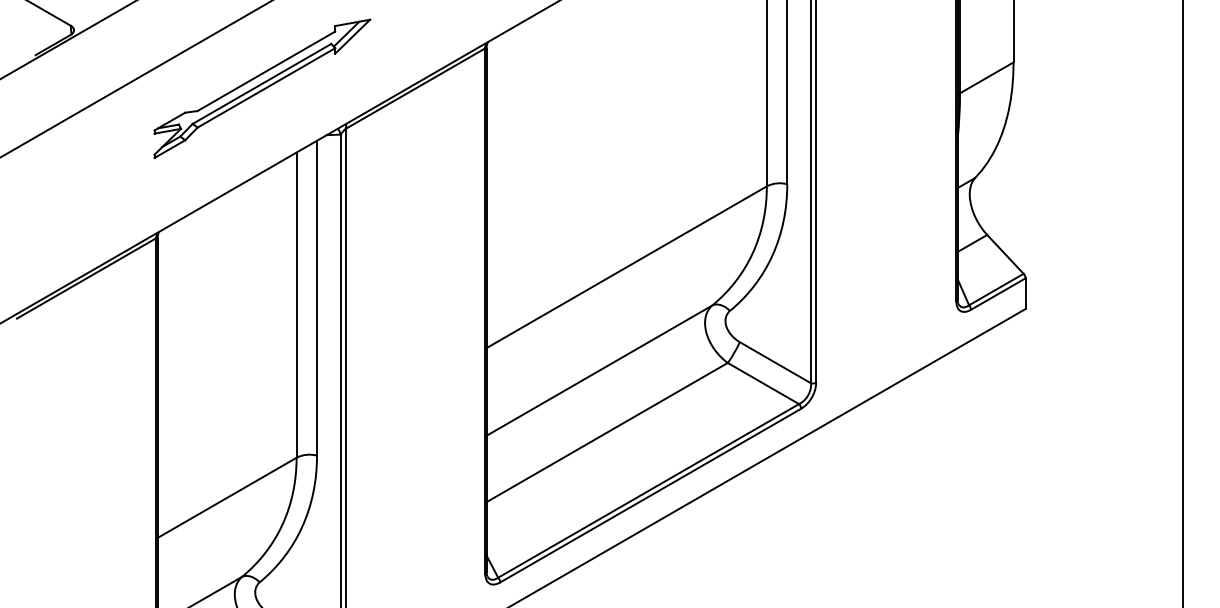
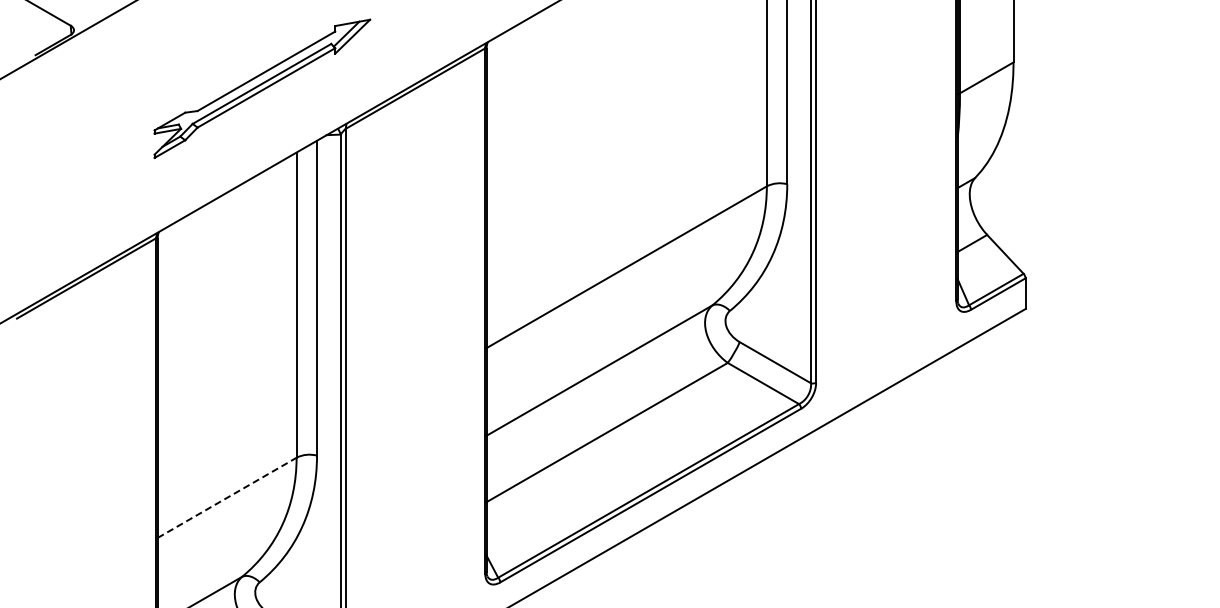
line at (135, 79): present -> none
line at (1183, 303): present -> none
line at (227, 497): solid -> dashed
